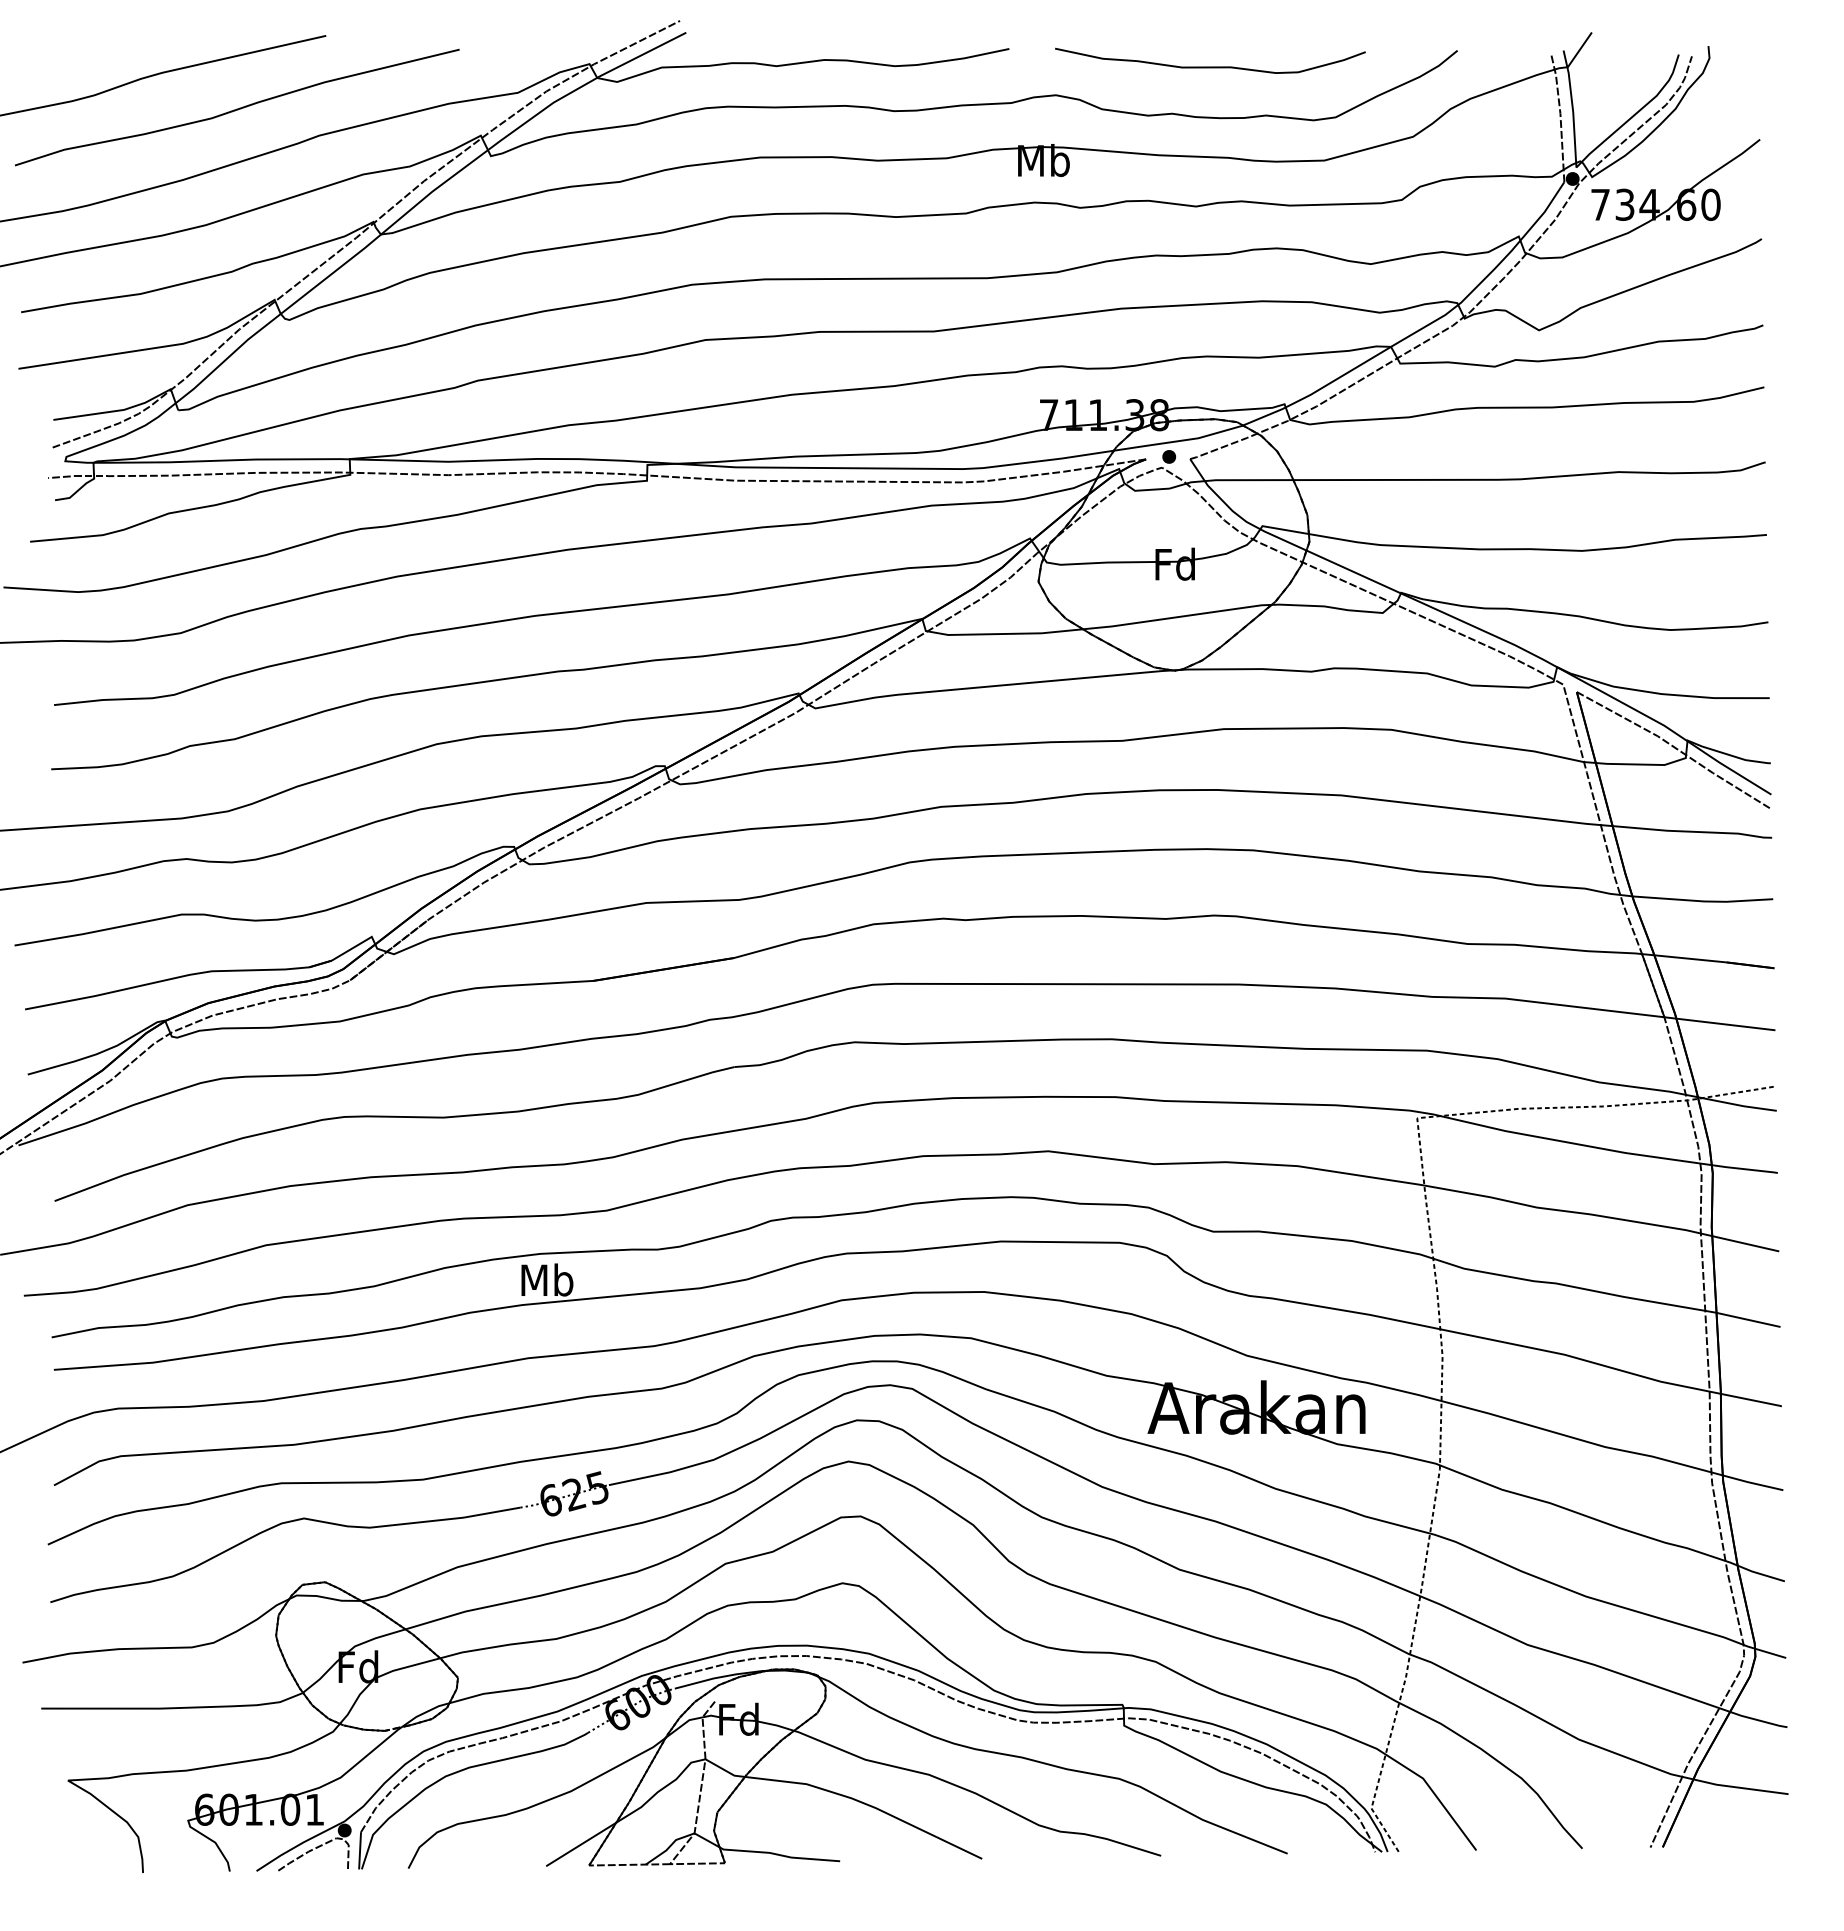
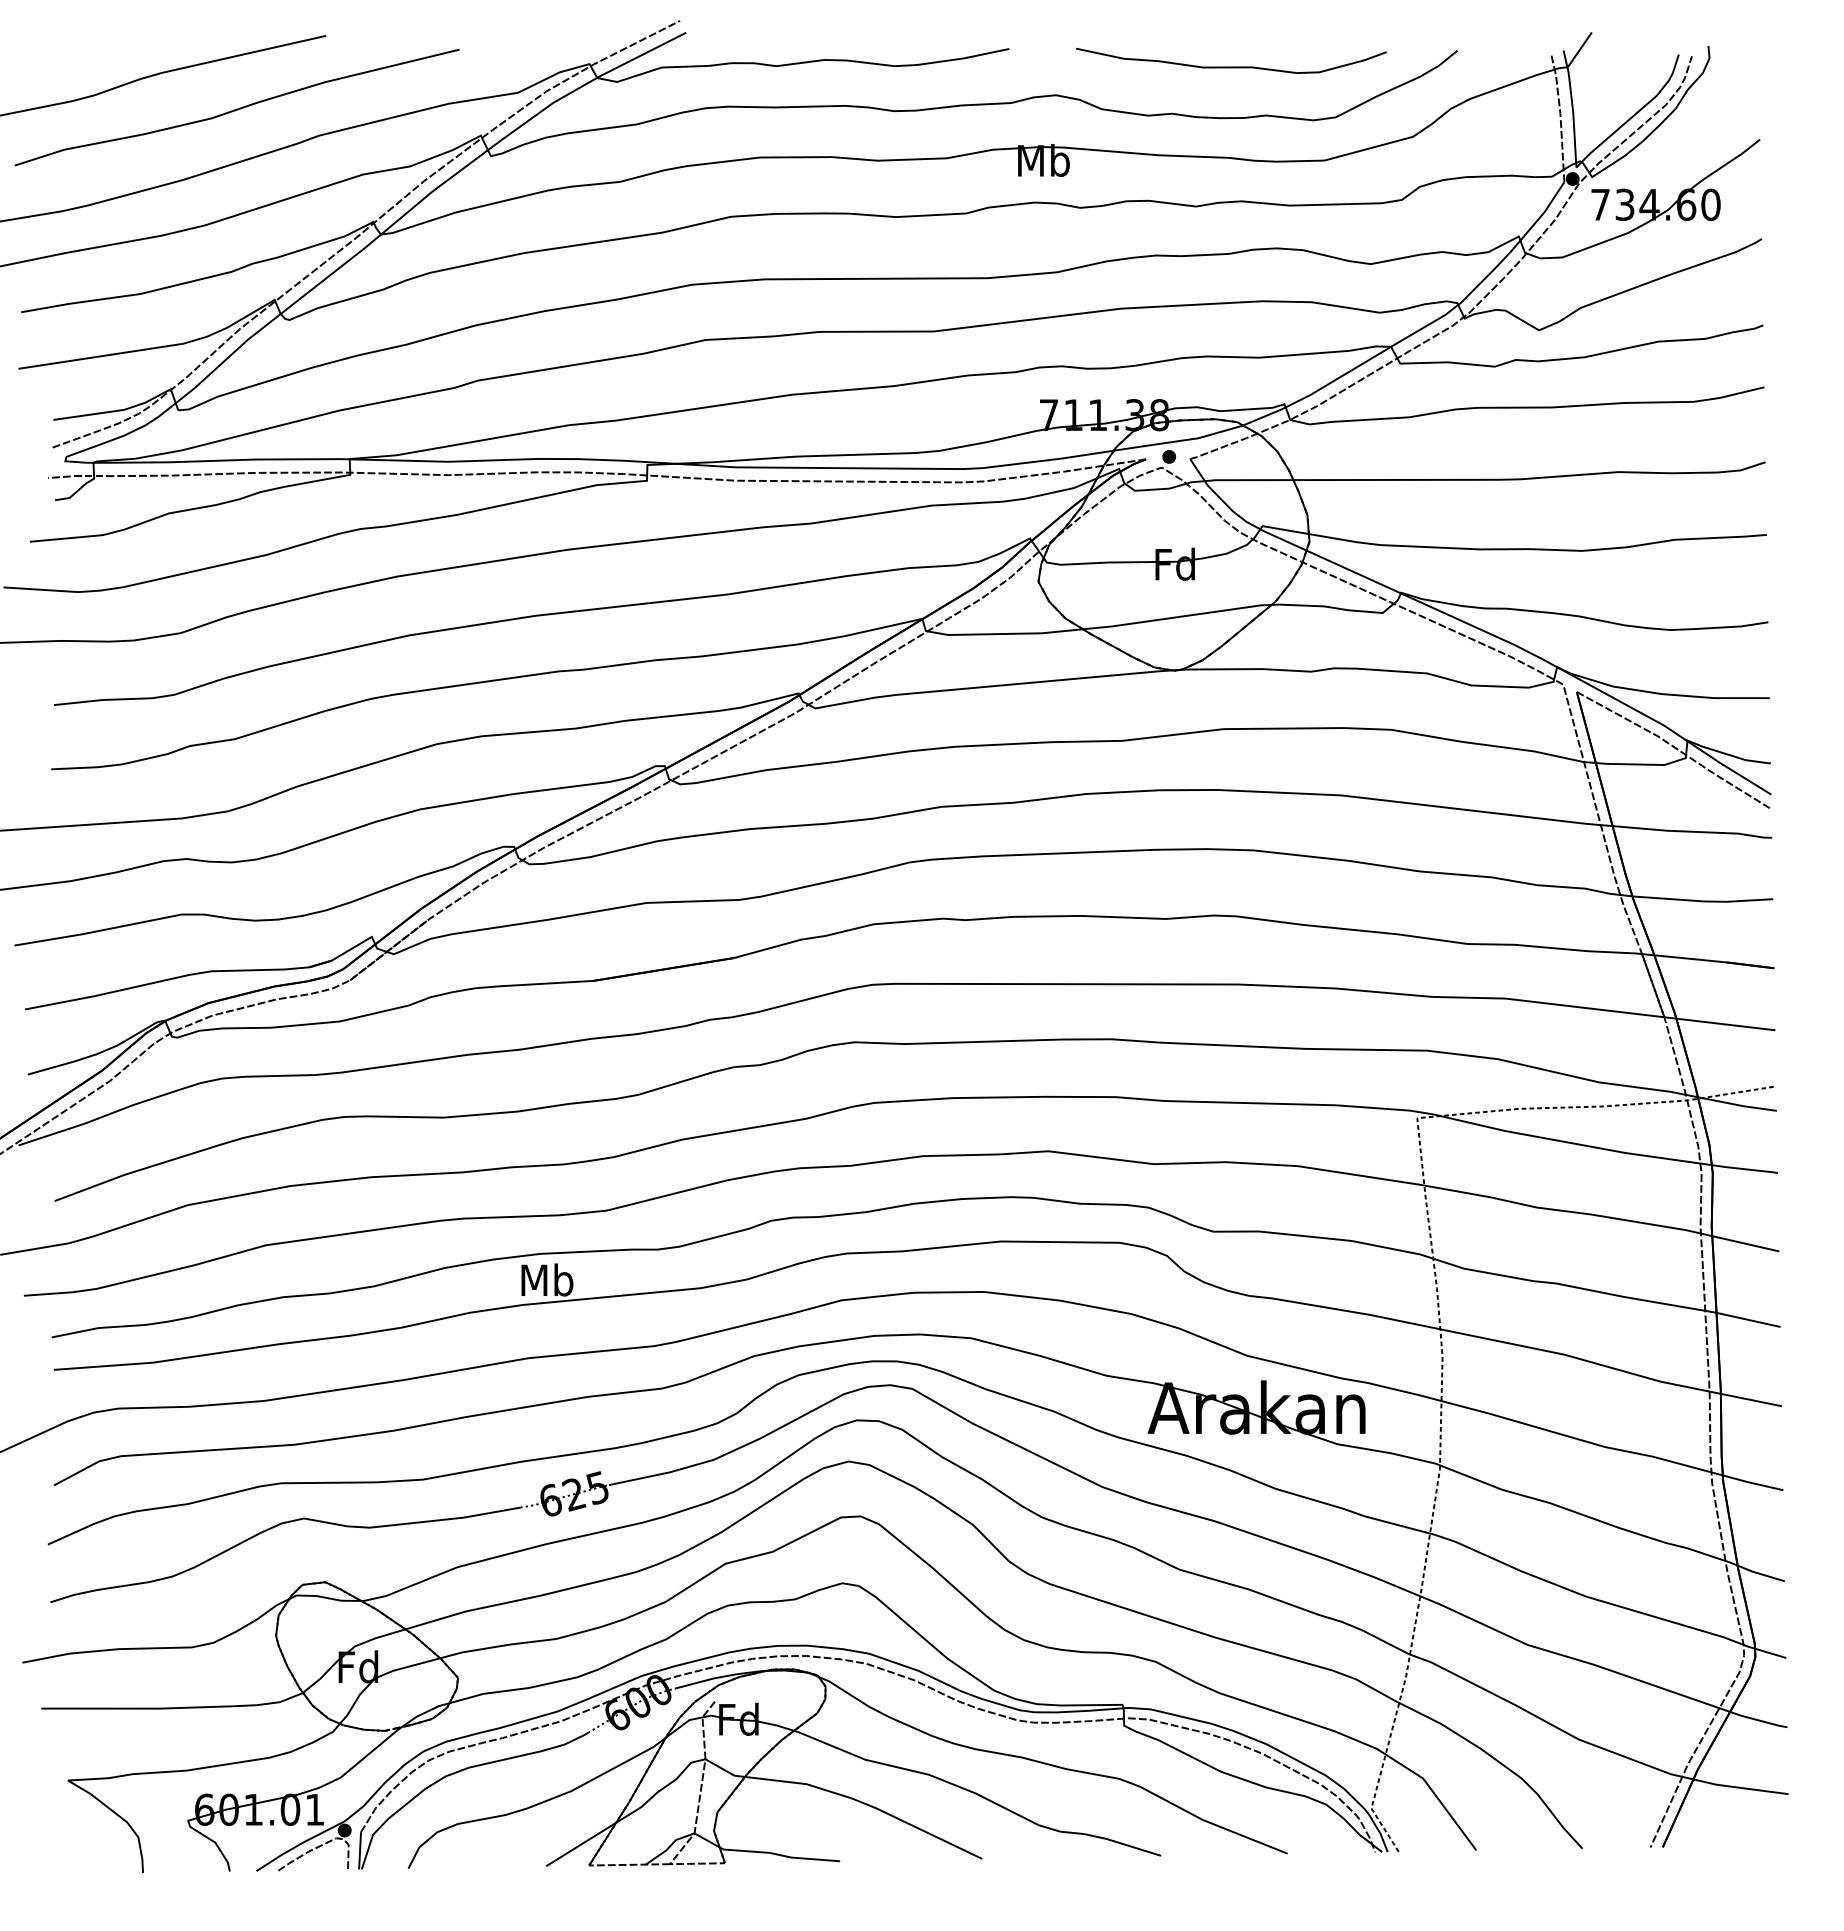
curve at (1210, 66) position: (1210, 66) -> (1231, 66)
